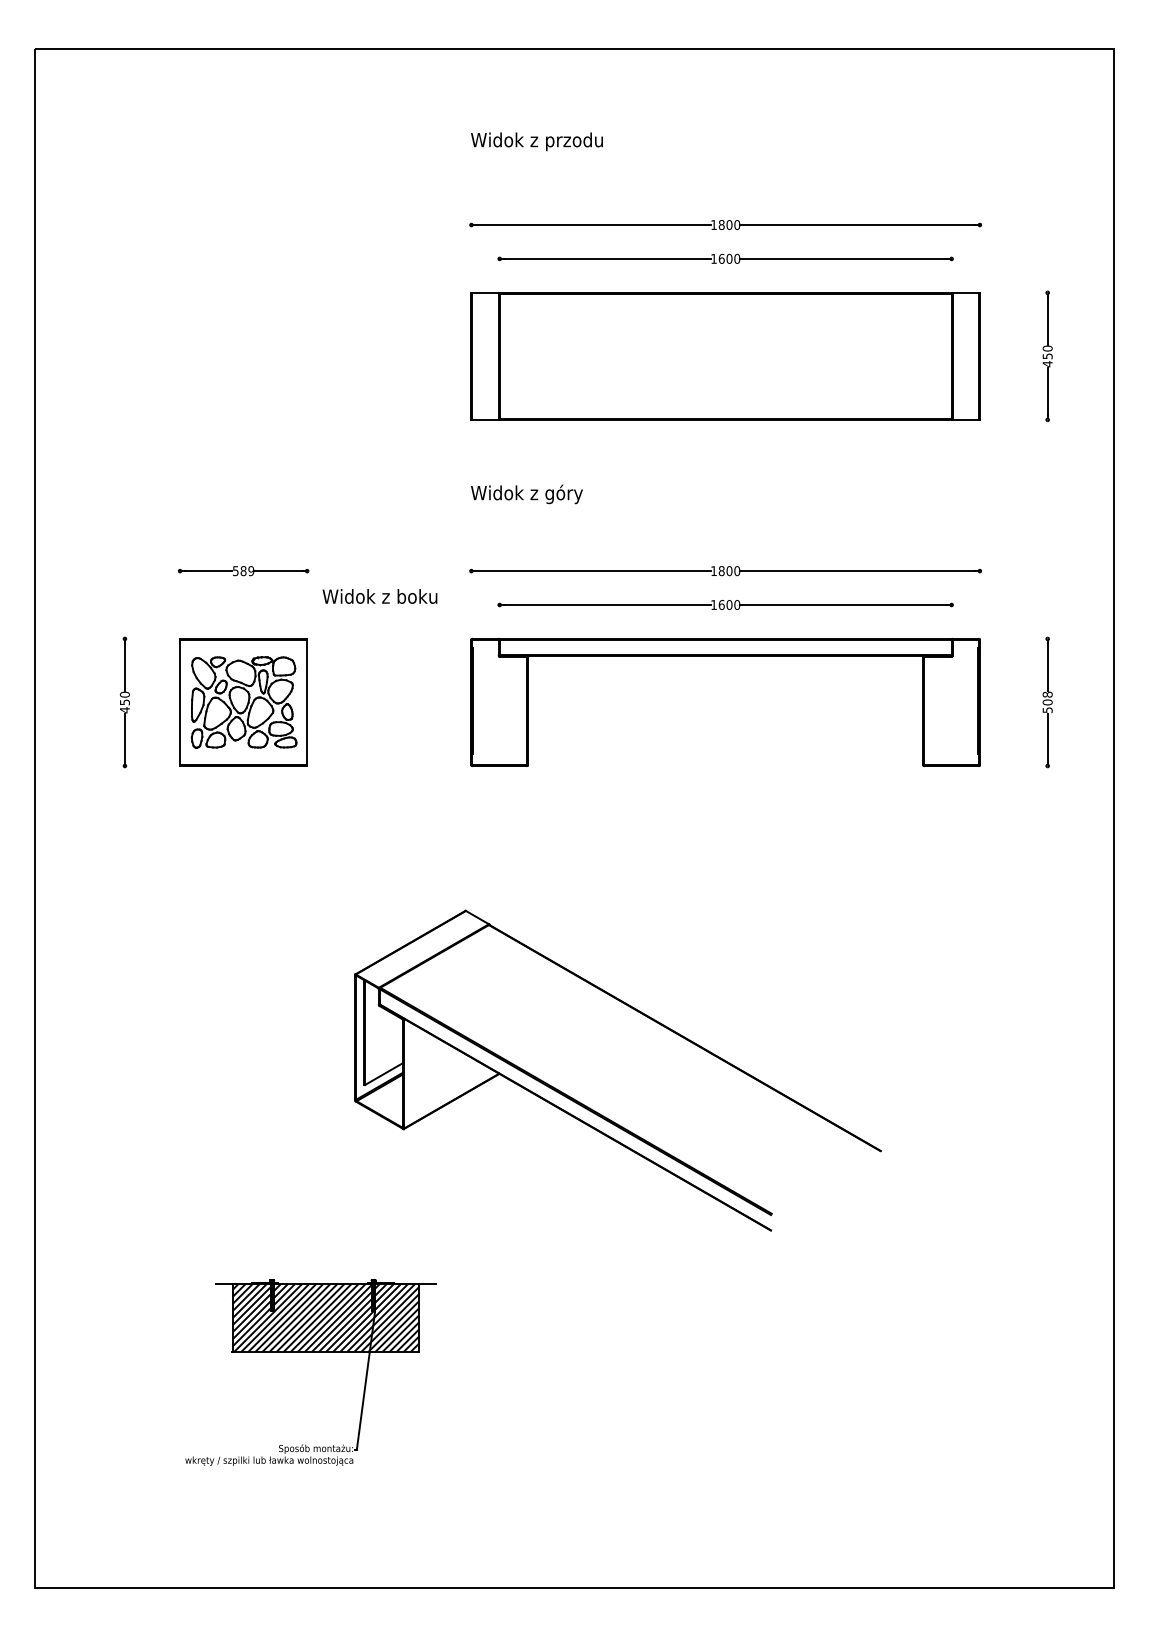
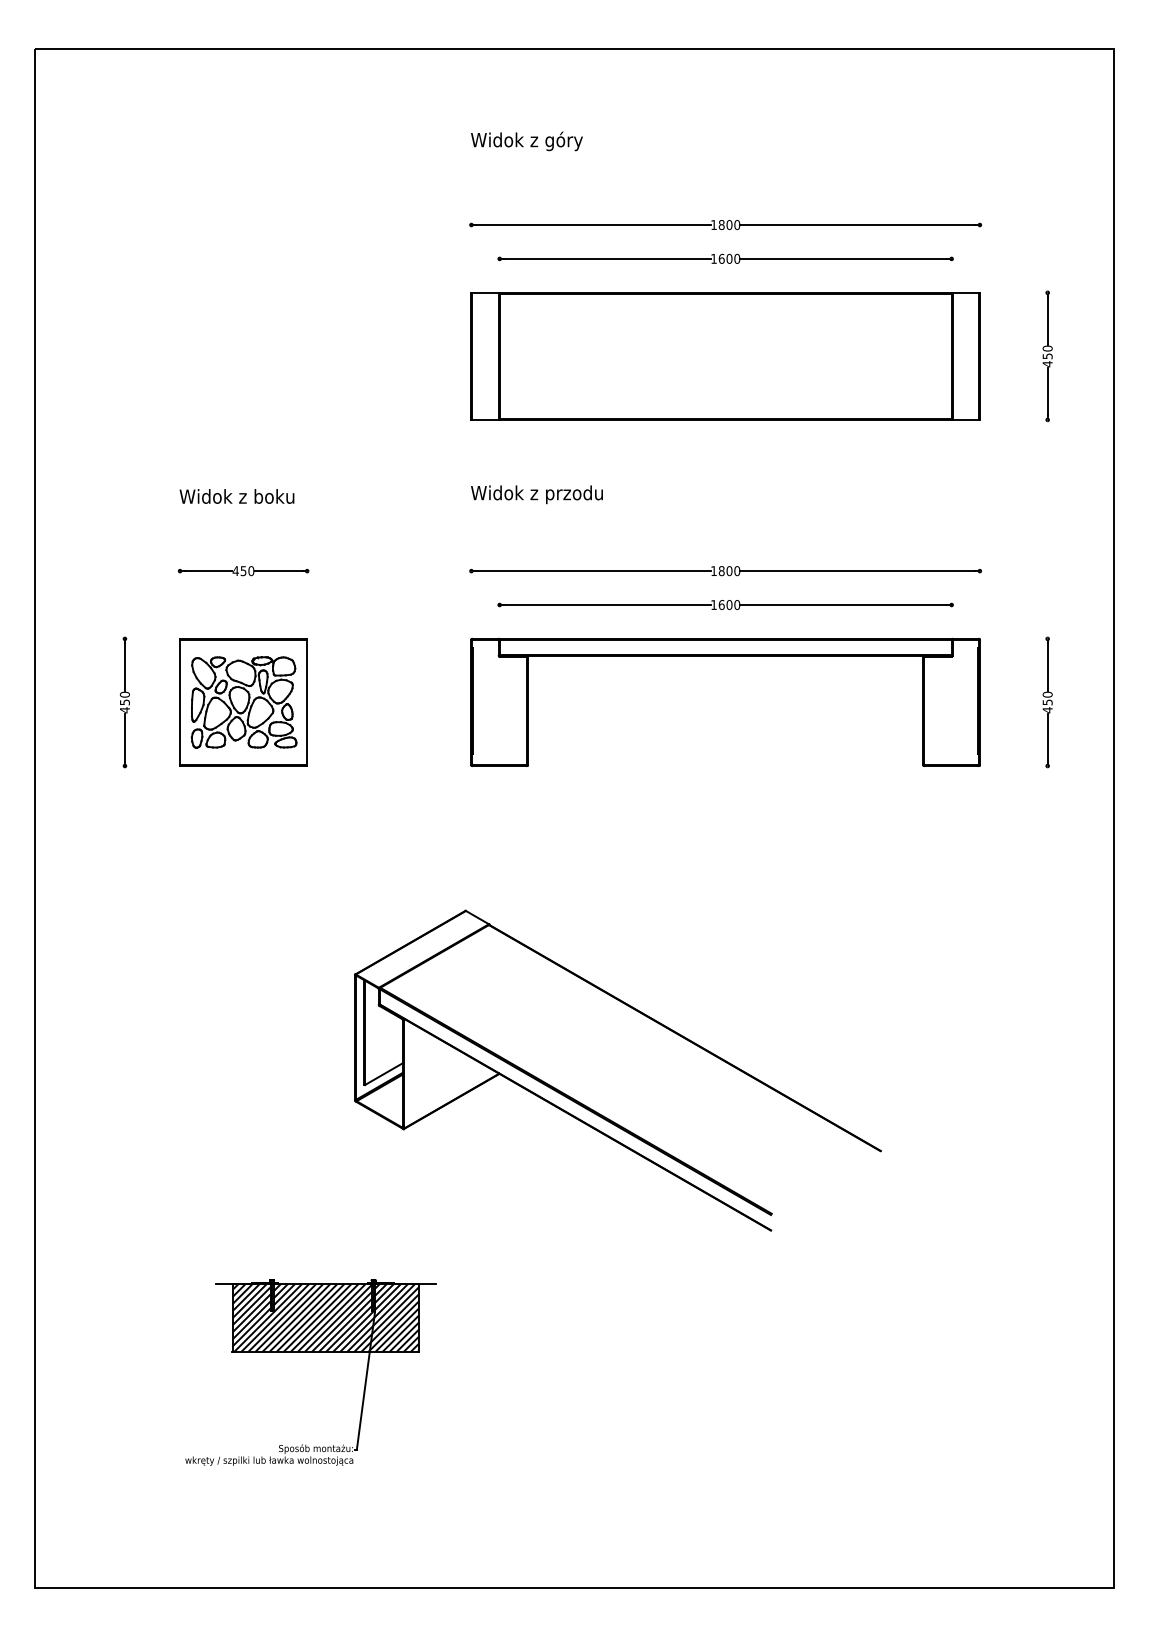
text at (573, 141): Widok z przodu -> Widok z góry
text at (573, 494): Widok z góry -> Widok z przodu
text at (243, 571): 589 -> 450
text at (379, 596) position: (379, 596) -> (236, 496)
text at (1047, 702): 508 -> 450
